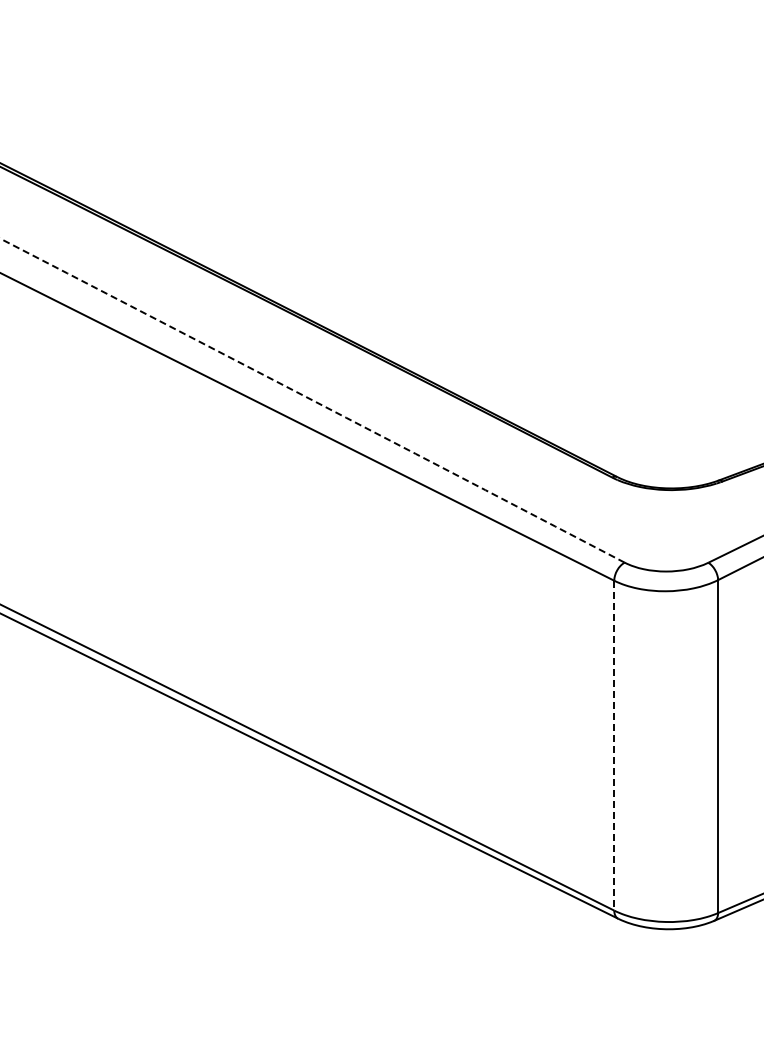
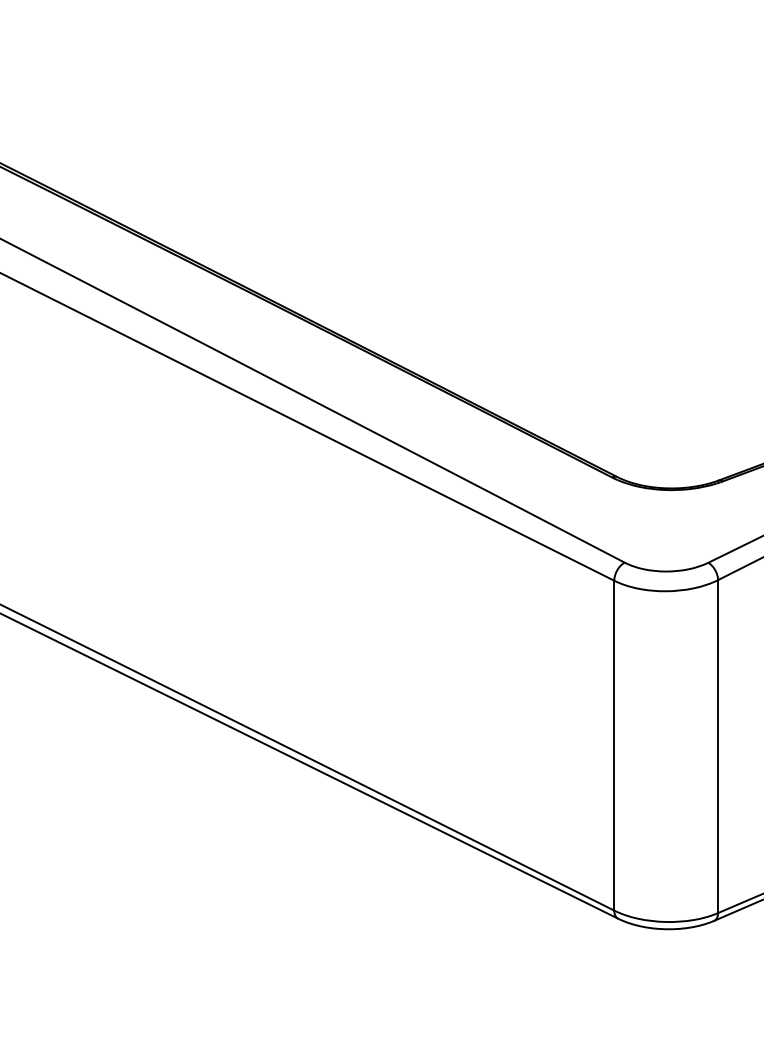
arc at (312, 400): dashed -> solid
line at (614, 745): dashed -> solid
